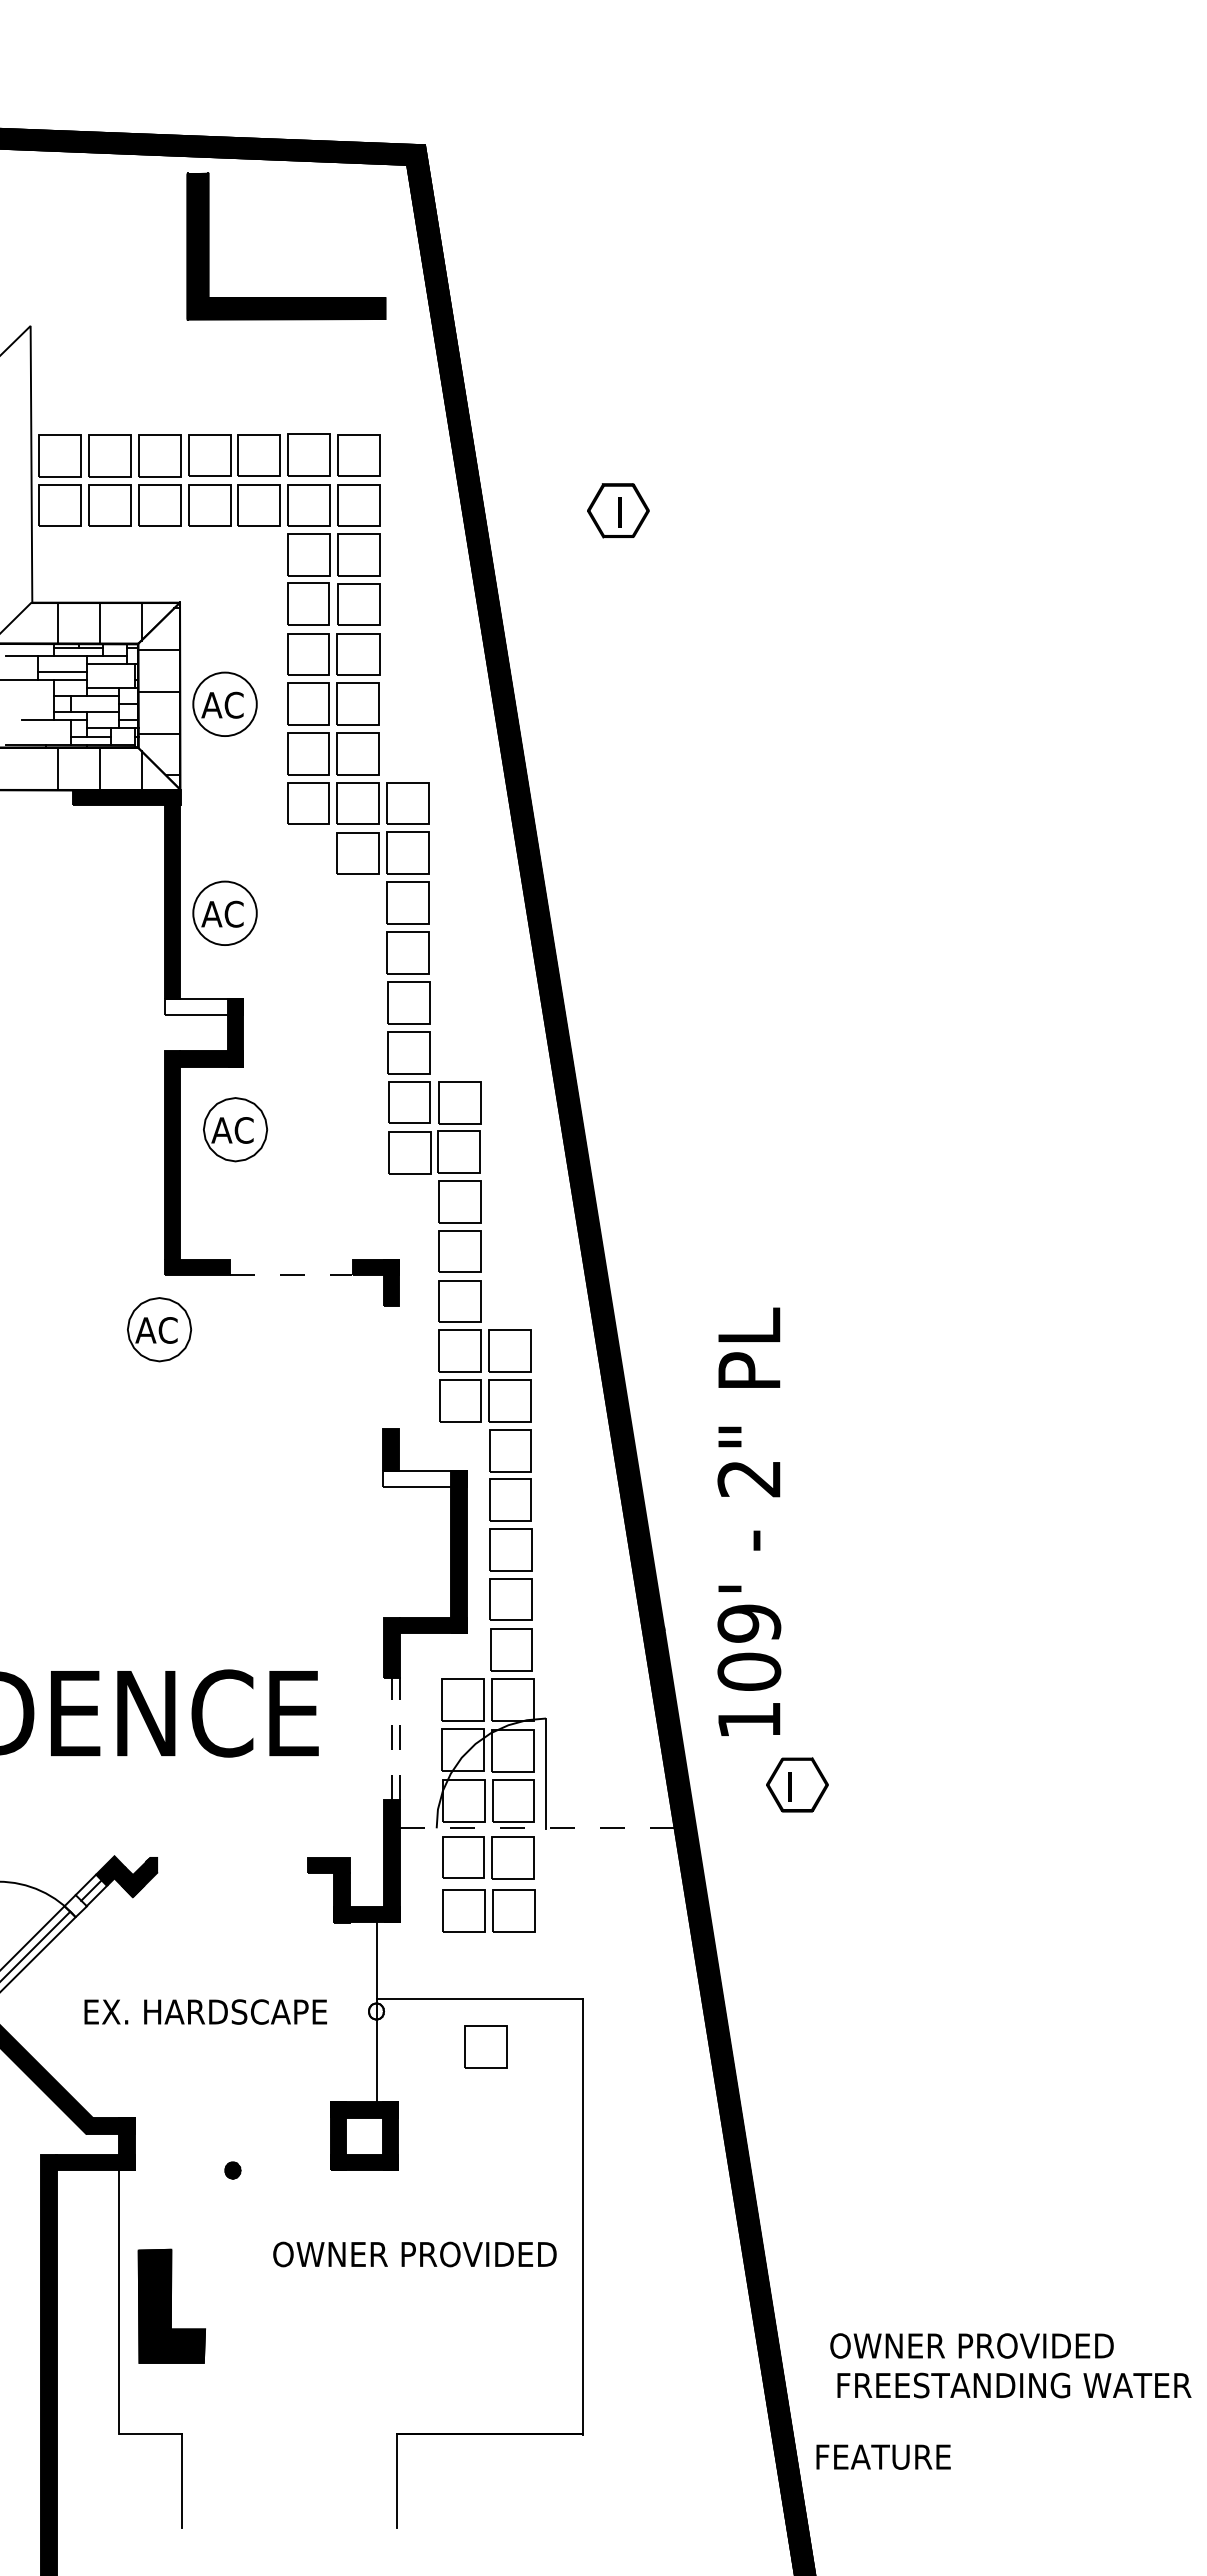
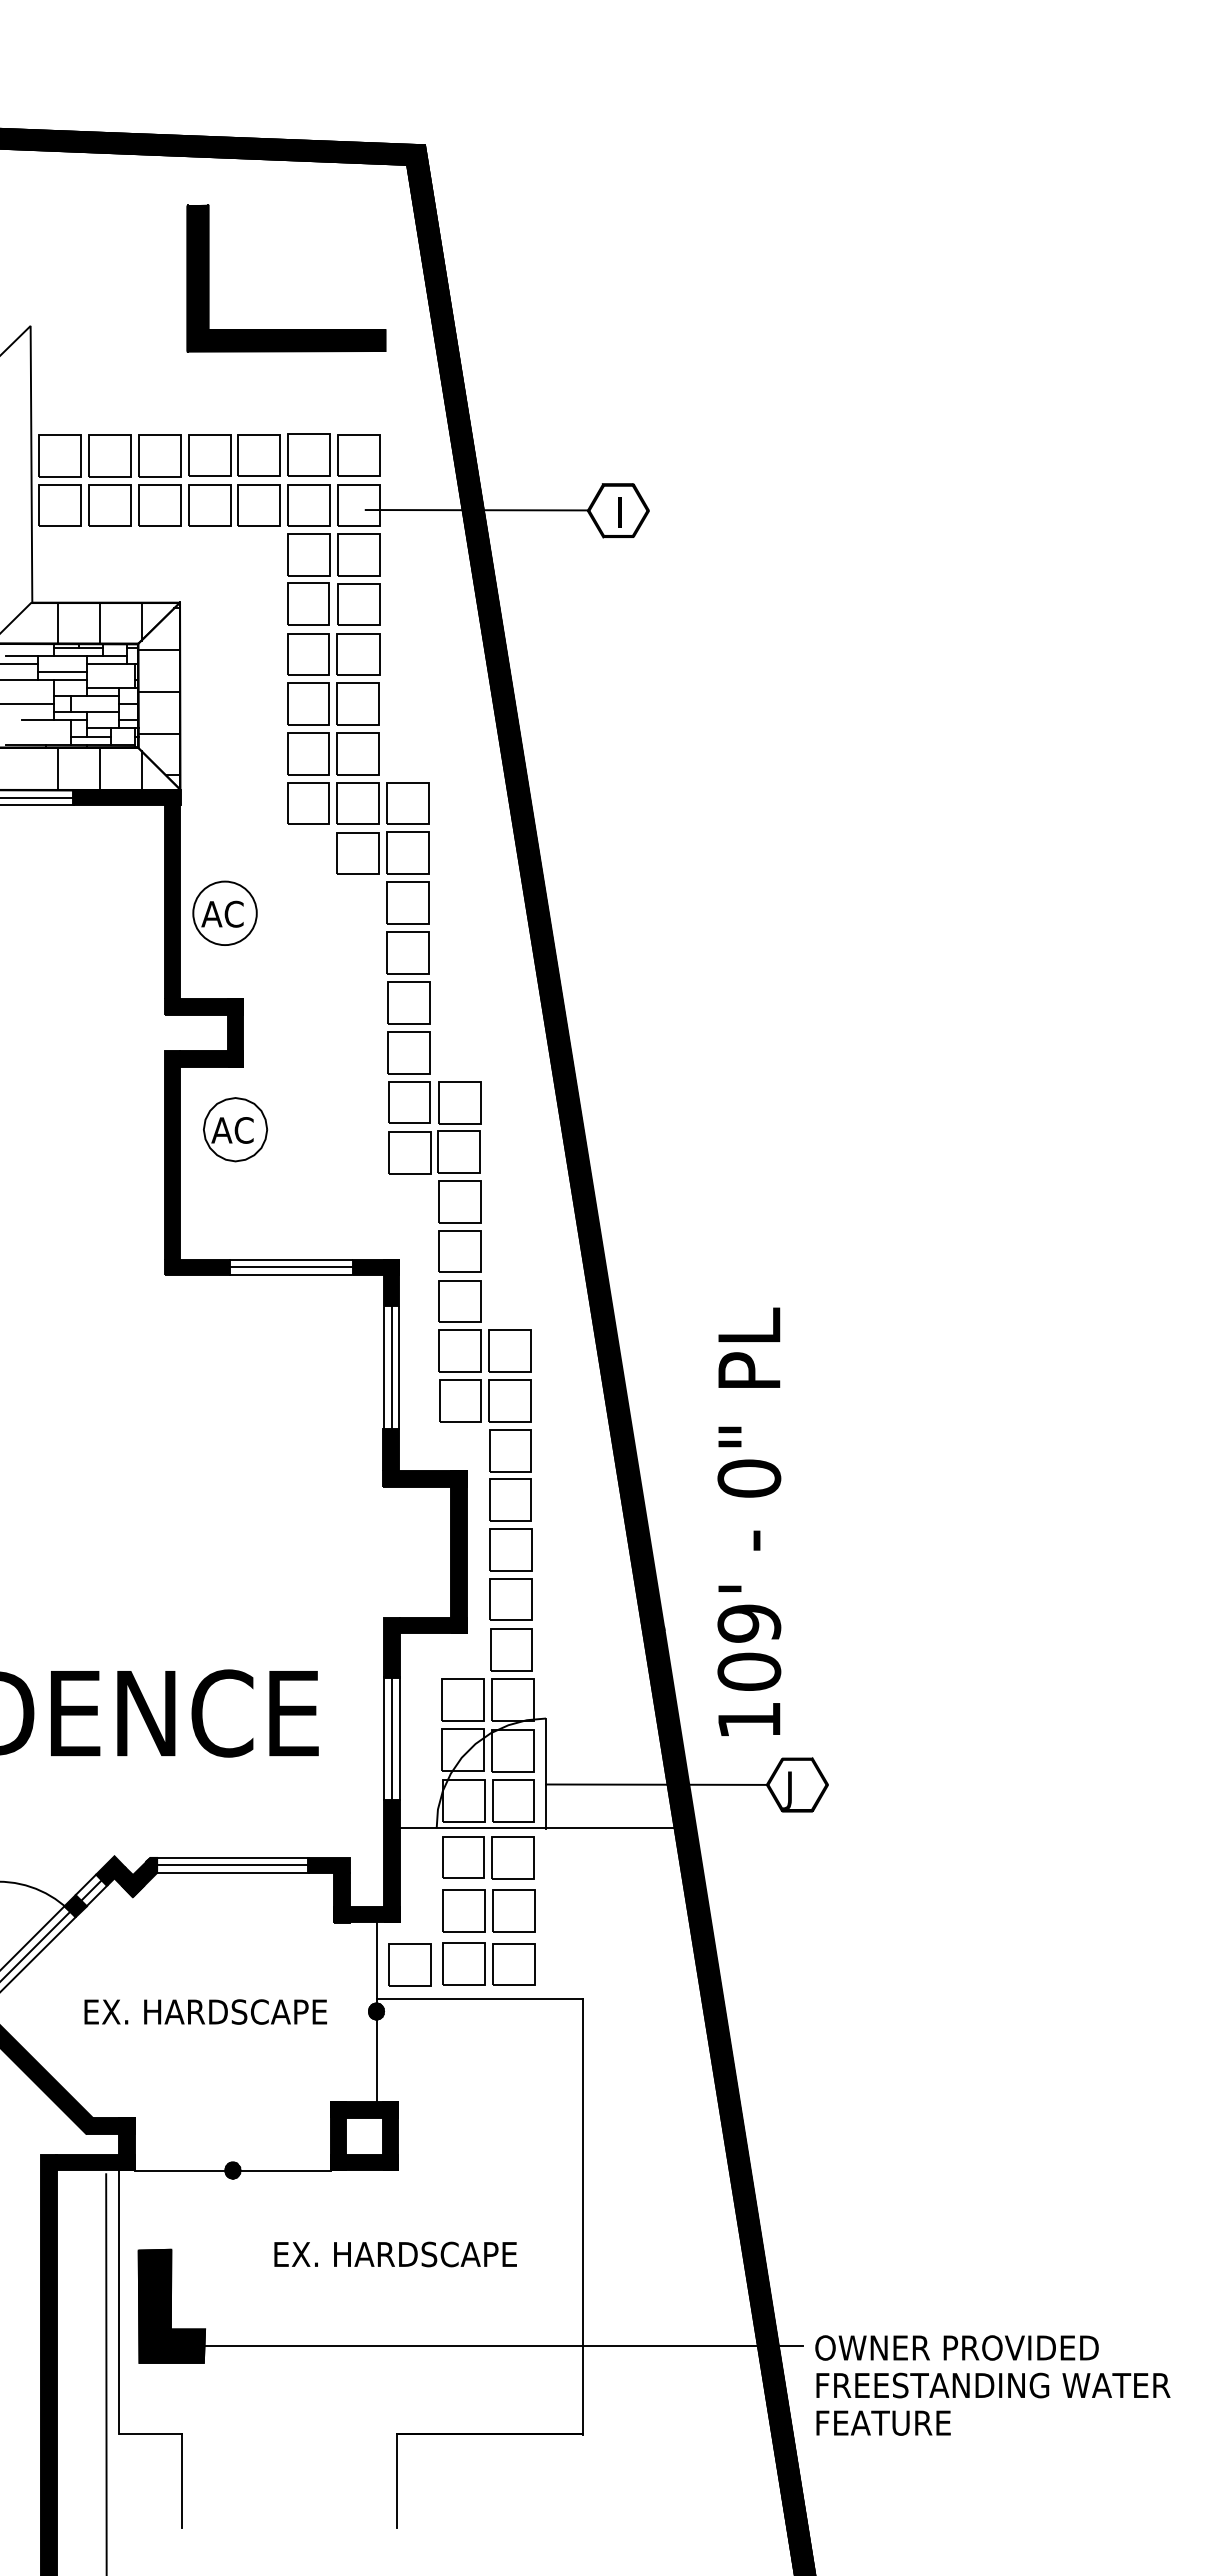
part at (286, 297) position: (286, 297) -> (286, 329)
line at (476, 510): none -> present
line at (20, 663): none -> present
part at (224, 703): present -> none
line at (28, 704): none -> present
line at (37, 797): none -> present
line at (37, 805): none -> present
fill at (204, 1006): none -> present
line at (290, 1259): none -> present
line at (290, 1267): none -> present
line at (291, 1275): dashed -> solid
part at (159, 1329): present -> none
line at (383, 1367): none -> present
line at (391, 1367): none -> present
line at (399, 1367): none -> present
fill at (424, 1478): none -> present
text at (749, 1478): 2" -> 0"
line at (384, 1738): none -> present
line at (391, 1738): dashed -> solid
line at (399, 1738): dashed -> solid
line at (657, 1784): none -> present
text at (786, 1789): I -> J
line at (537, 1827): dashed -> solid
line at (232, 1857): none -> present
line at (232, 1865): none -> present
line at (232, 1872): none -> present
fill at (75, 1906): none -> present
part at (488, 1963): none -> present
fill at (376, 2011): none -> present
part at (485, 2046) position: (485, 2046) -> (409, 1964)
line at (232, 2170): none -> present
text at (414, 2254): OWNER PROVIDED -> EX. HARDSCAPE
text at (971, 2345) position: (971, 2345) -> (956, 2347)
line at (499, 2346): none -> present
line at (106, 2373): none -> present
text at (1014, 2385) position: (1014, 2385) -> (993, 2385)
text at (883, 2456) position: (883, 2456) -> (883, 2422)
